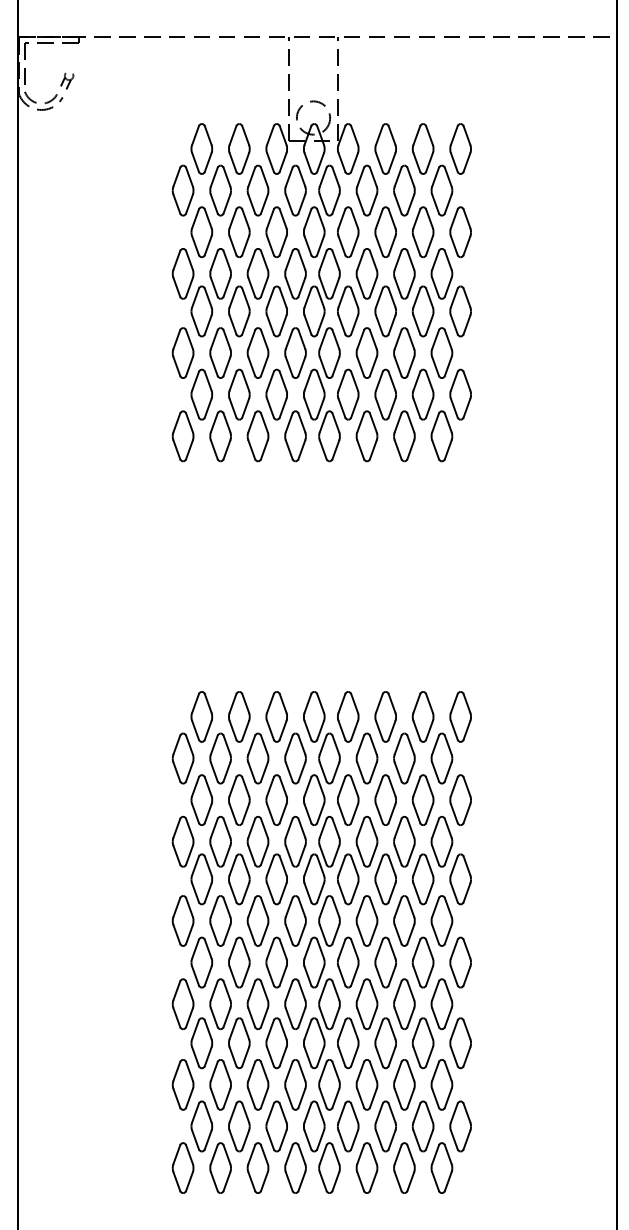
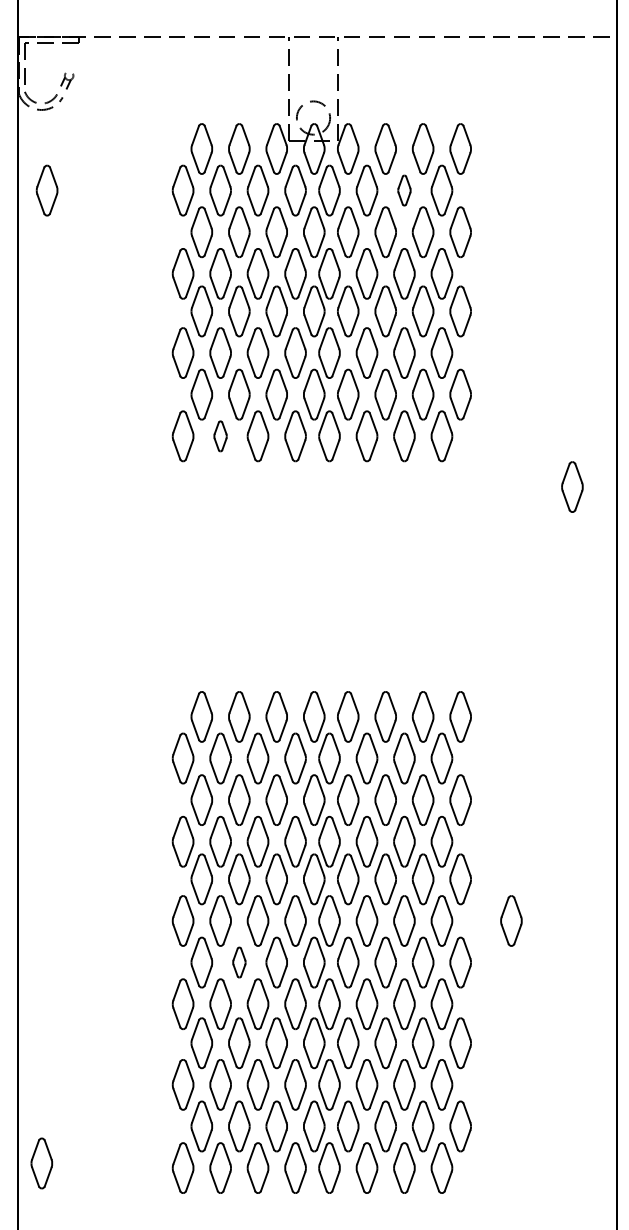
part at (46, 190): none -> present
part at (404, 190) size: 23x53 px -> 15x33 px
part at (220, 436) size: 23x53 px -> 15x33 px
part at (572, 486): none -> present
part at (511, 920): none -> present
part at (239, 962) size: 23x53 px -> 15x33 px
part at (41, 1163): none -> present
